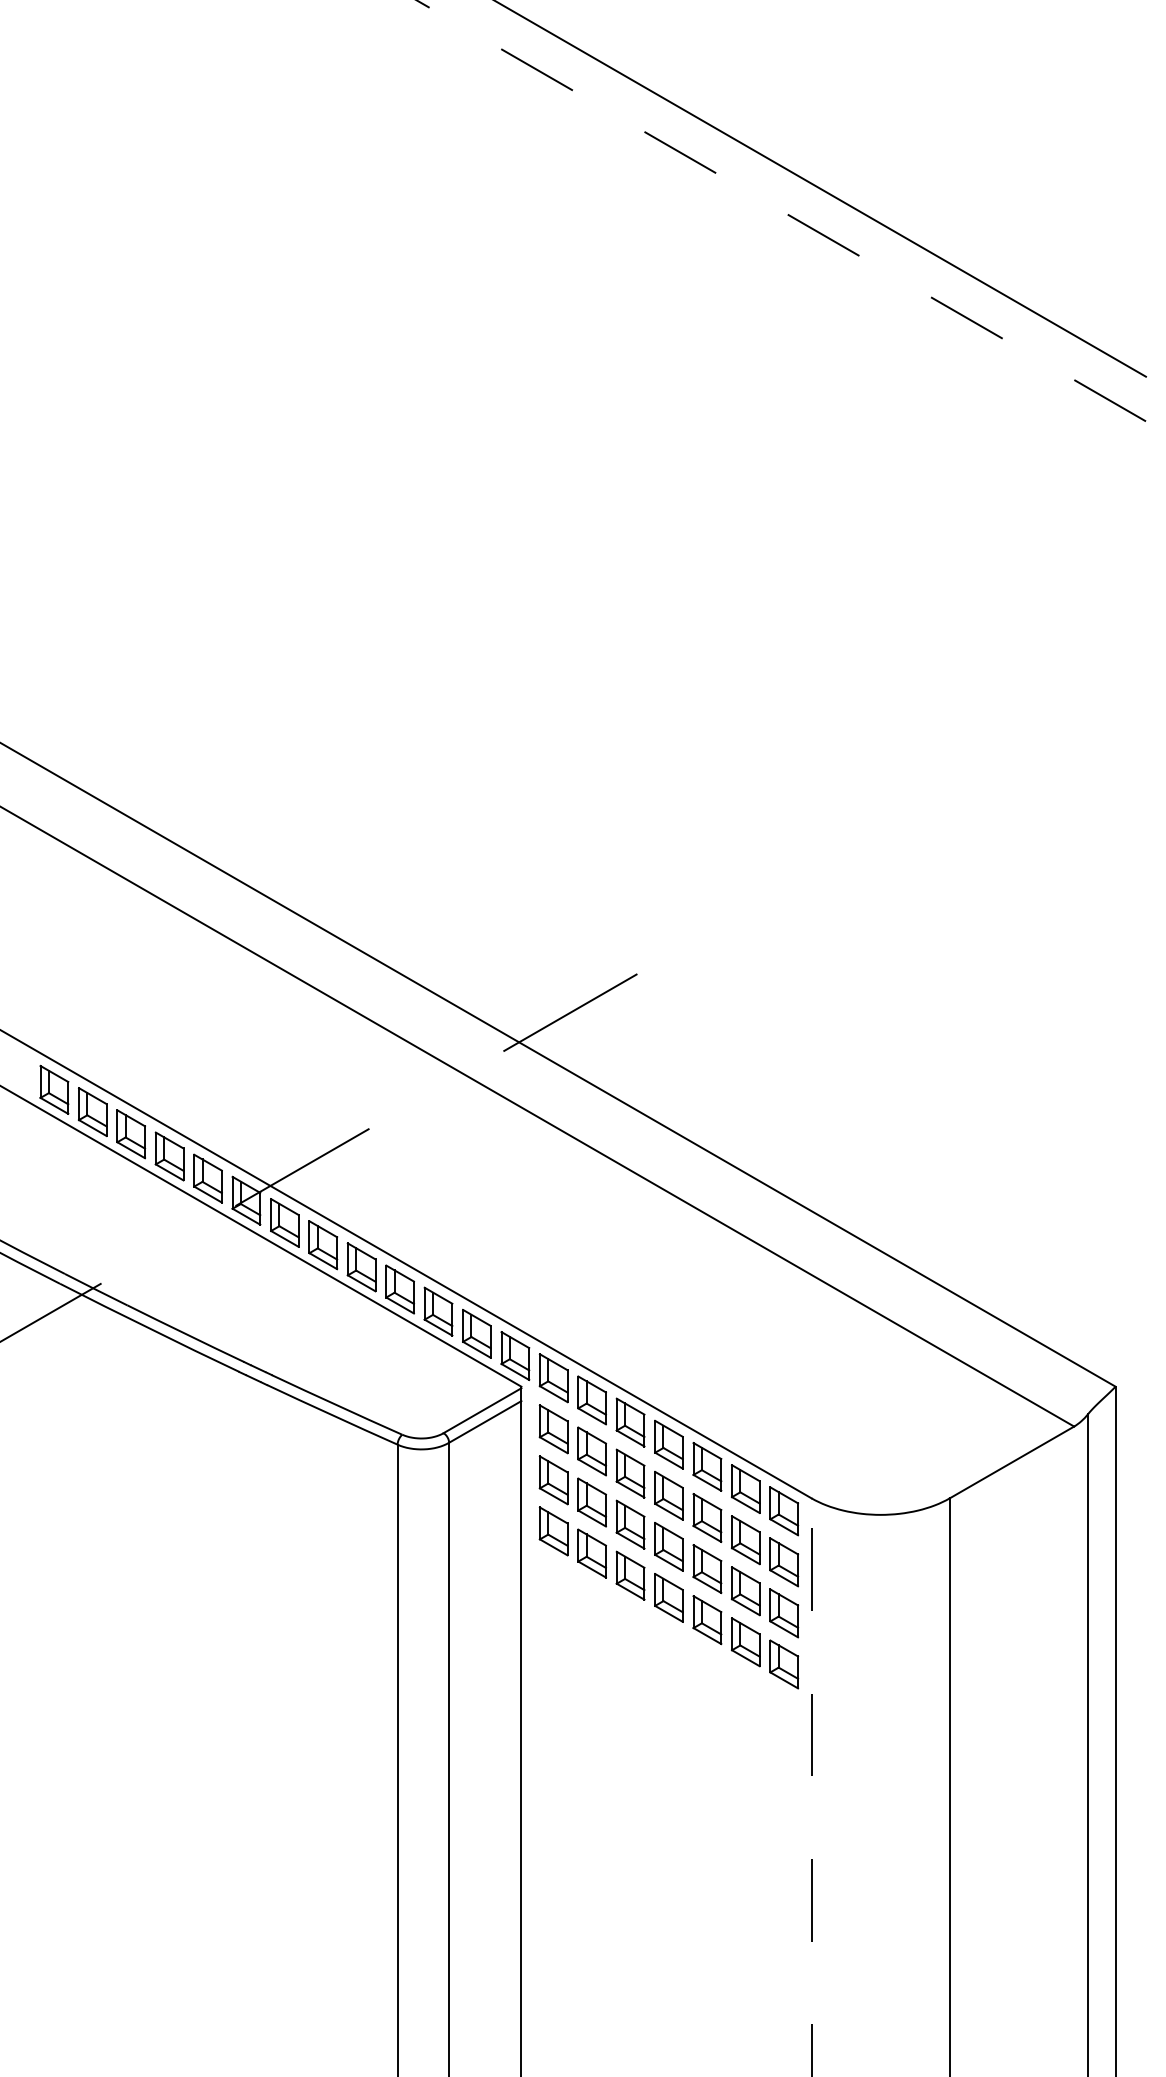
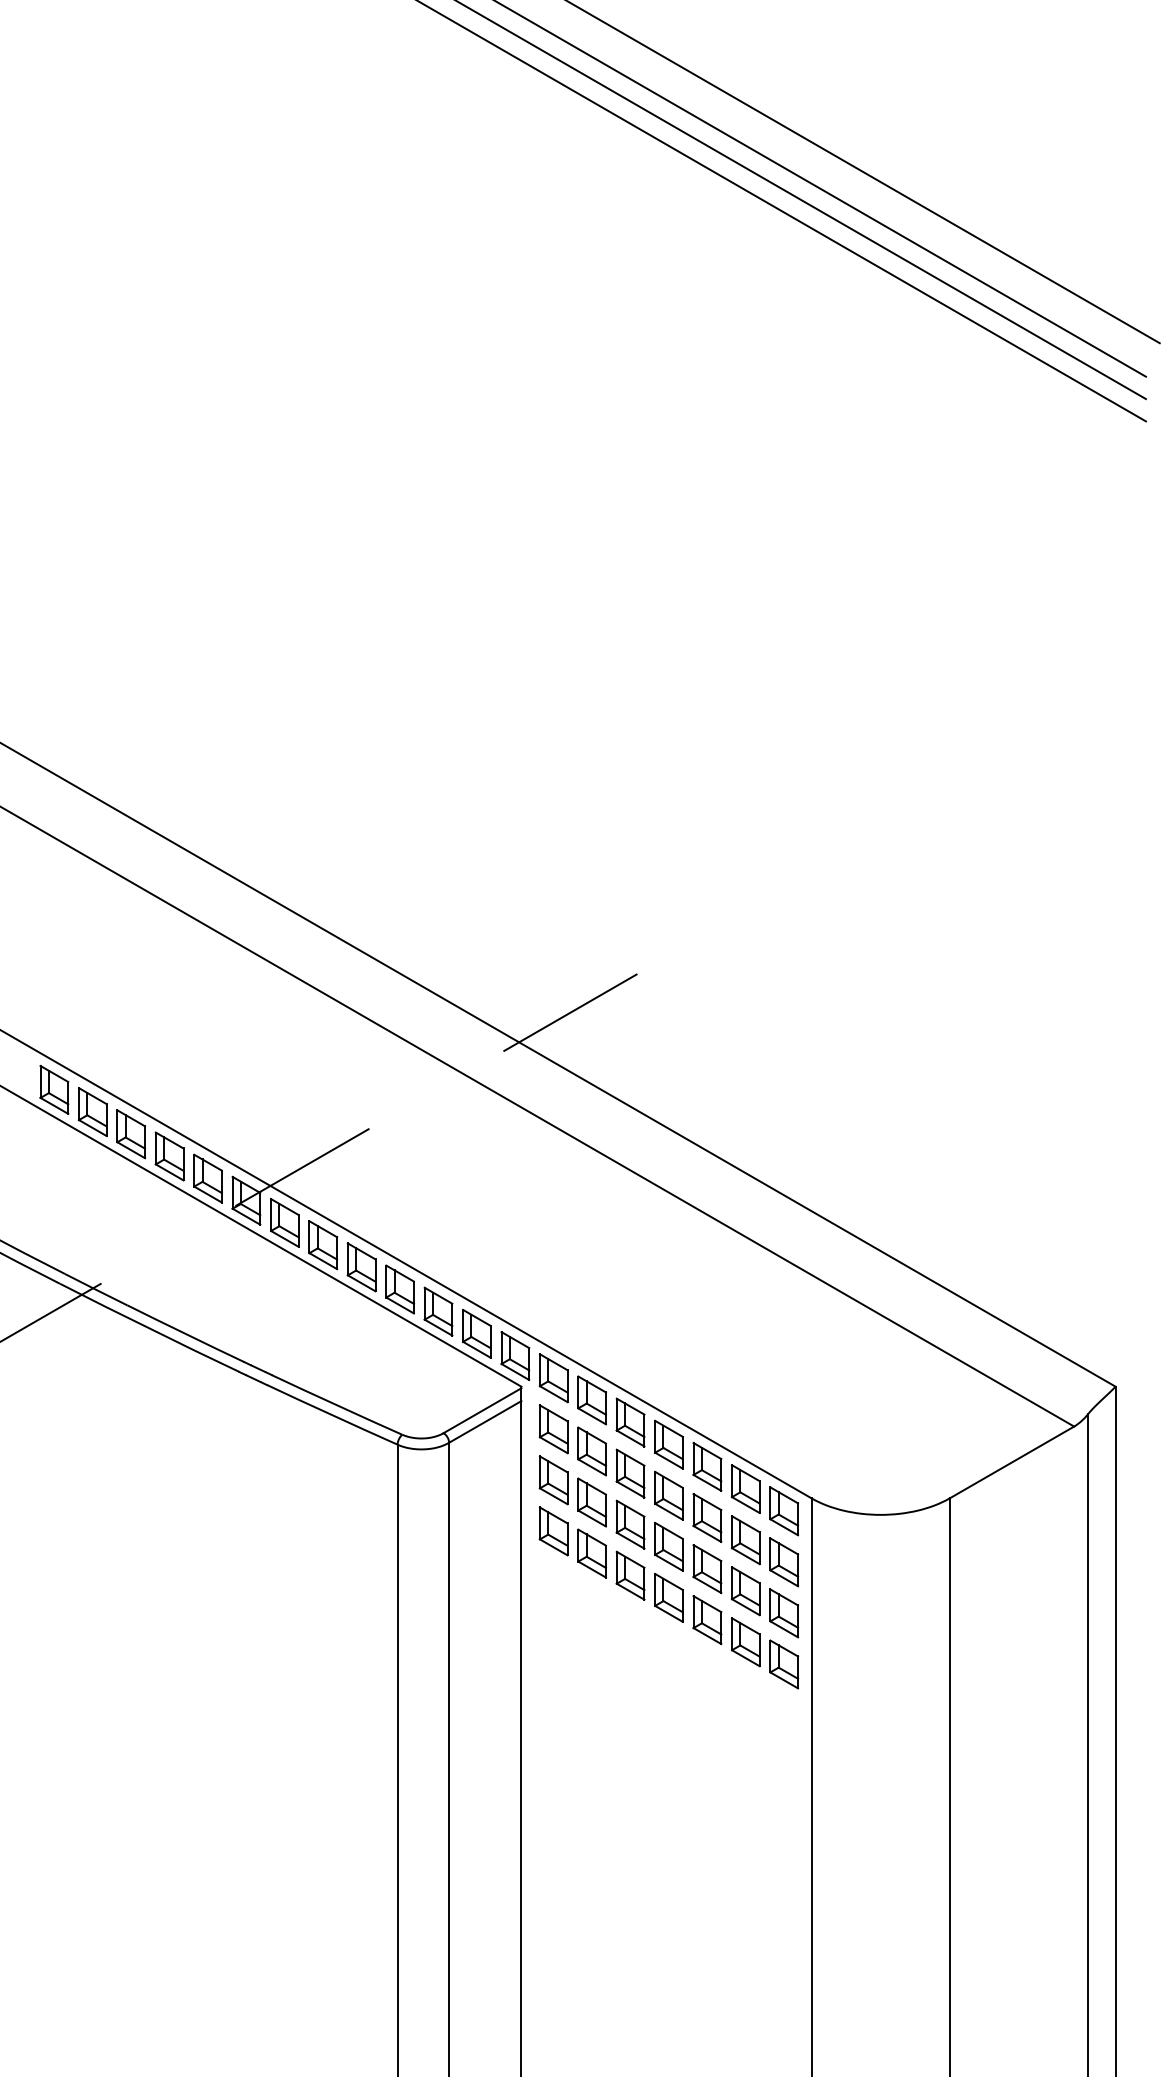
line at (864, 172): none -> present
line at (802, 200): none -> present
line at (781, 210): dashed -> solid
line at (811, 1787): dashed -> solid
